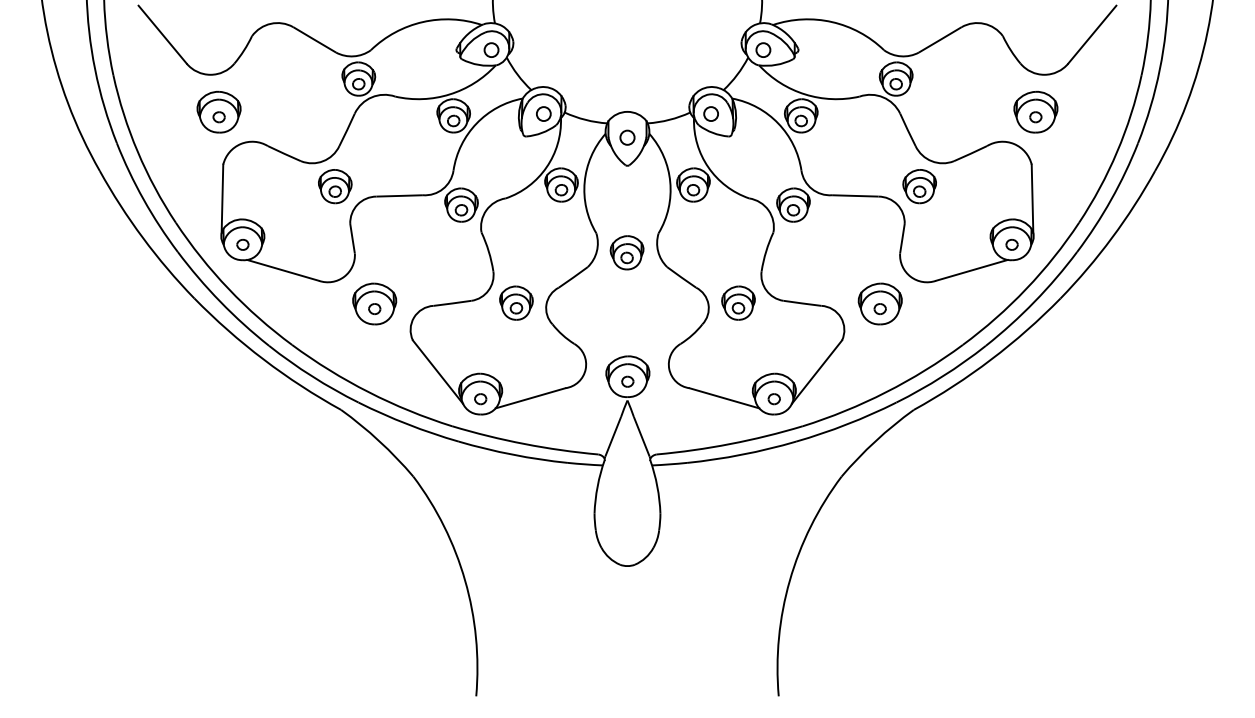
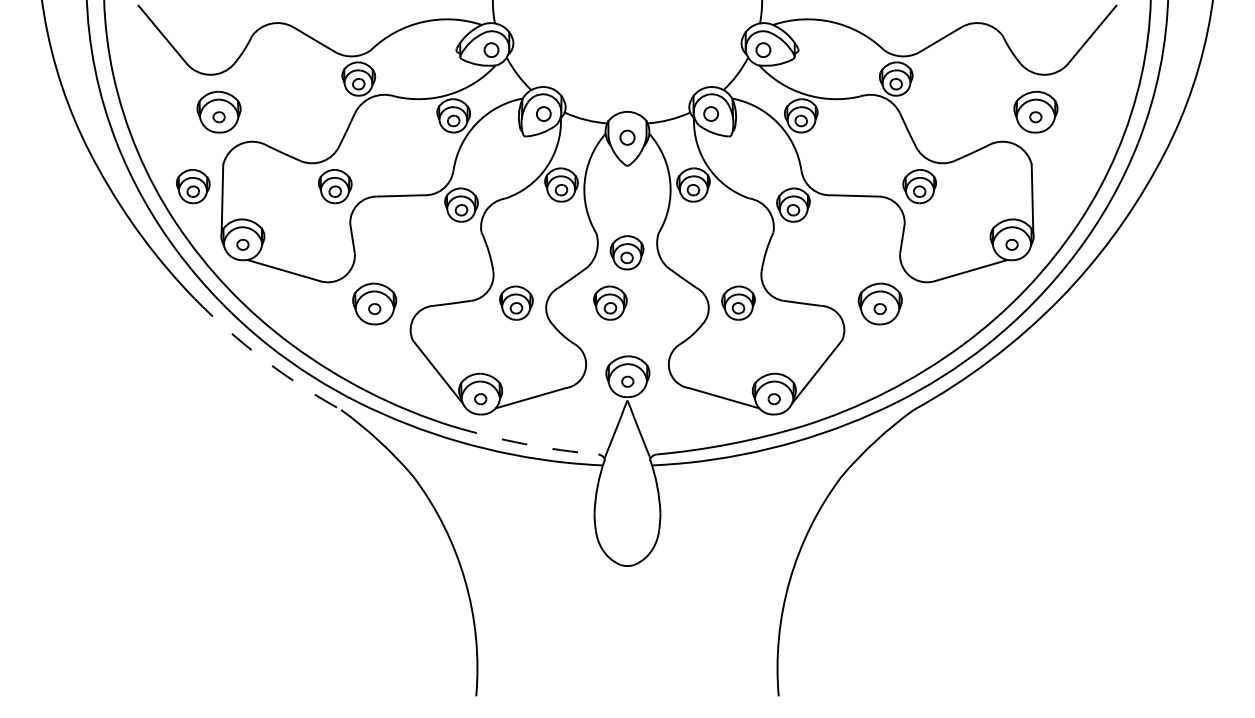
part at (193, 186): none -> present
part at (610, 302): none -> present
arc at (263, 359): solid -> dashed
arc at (524, 444): solid -> dashed
